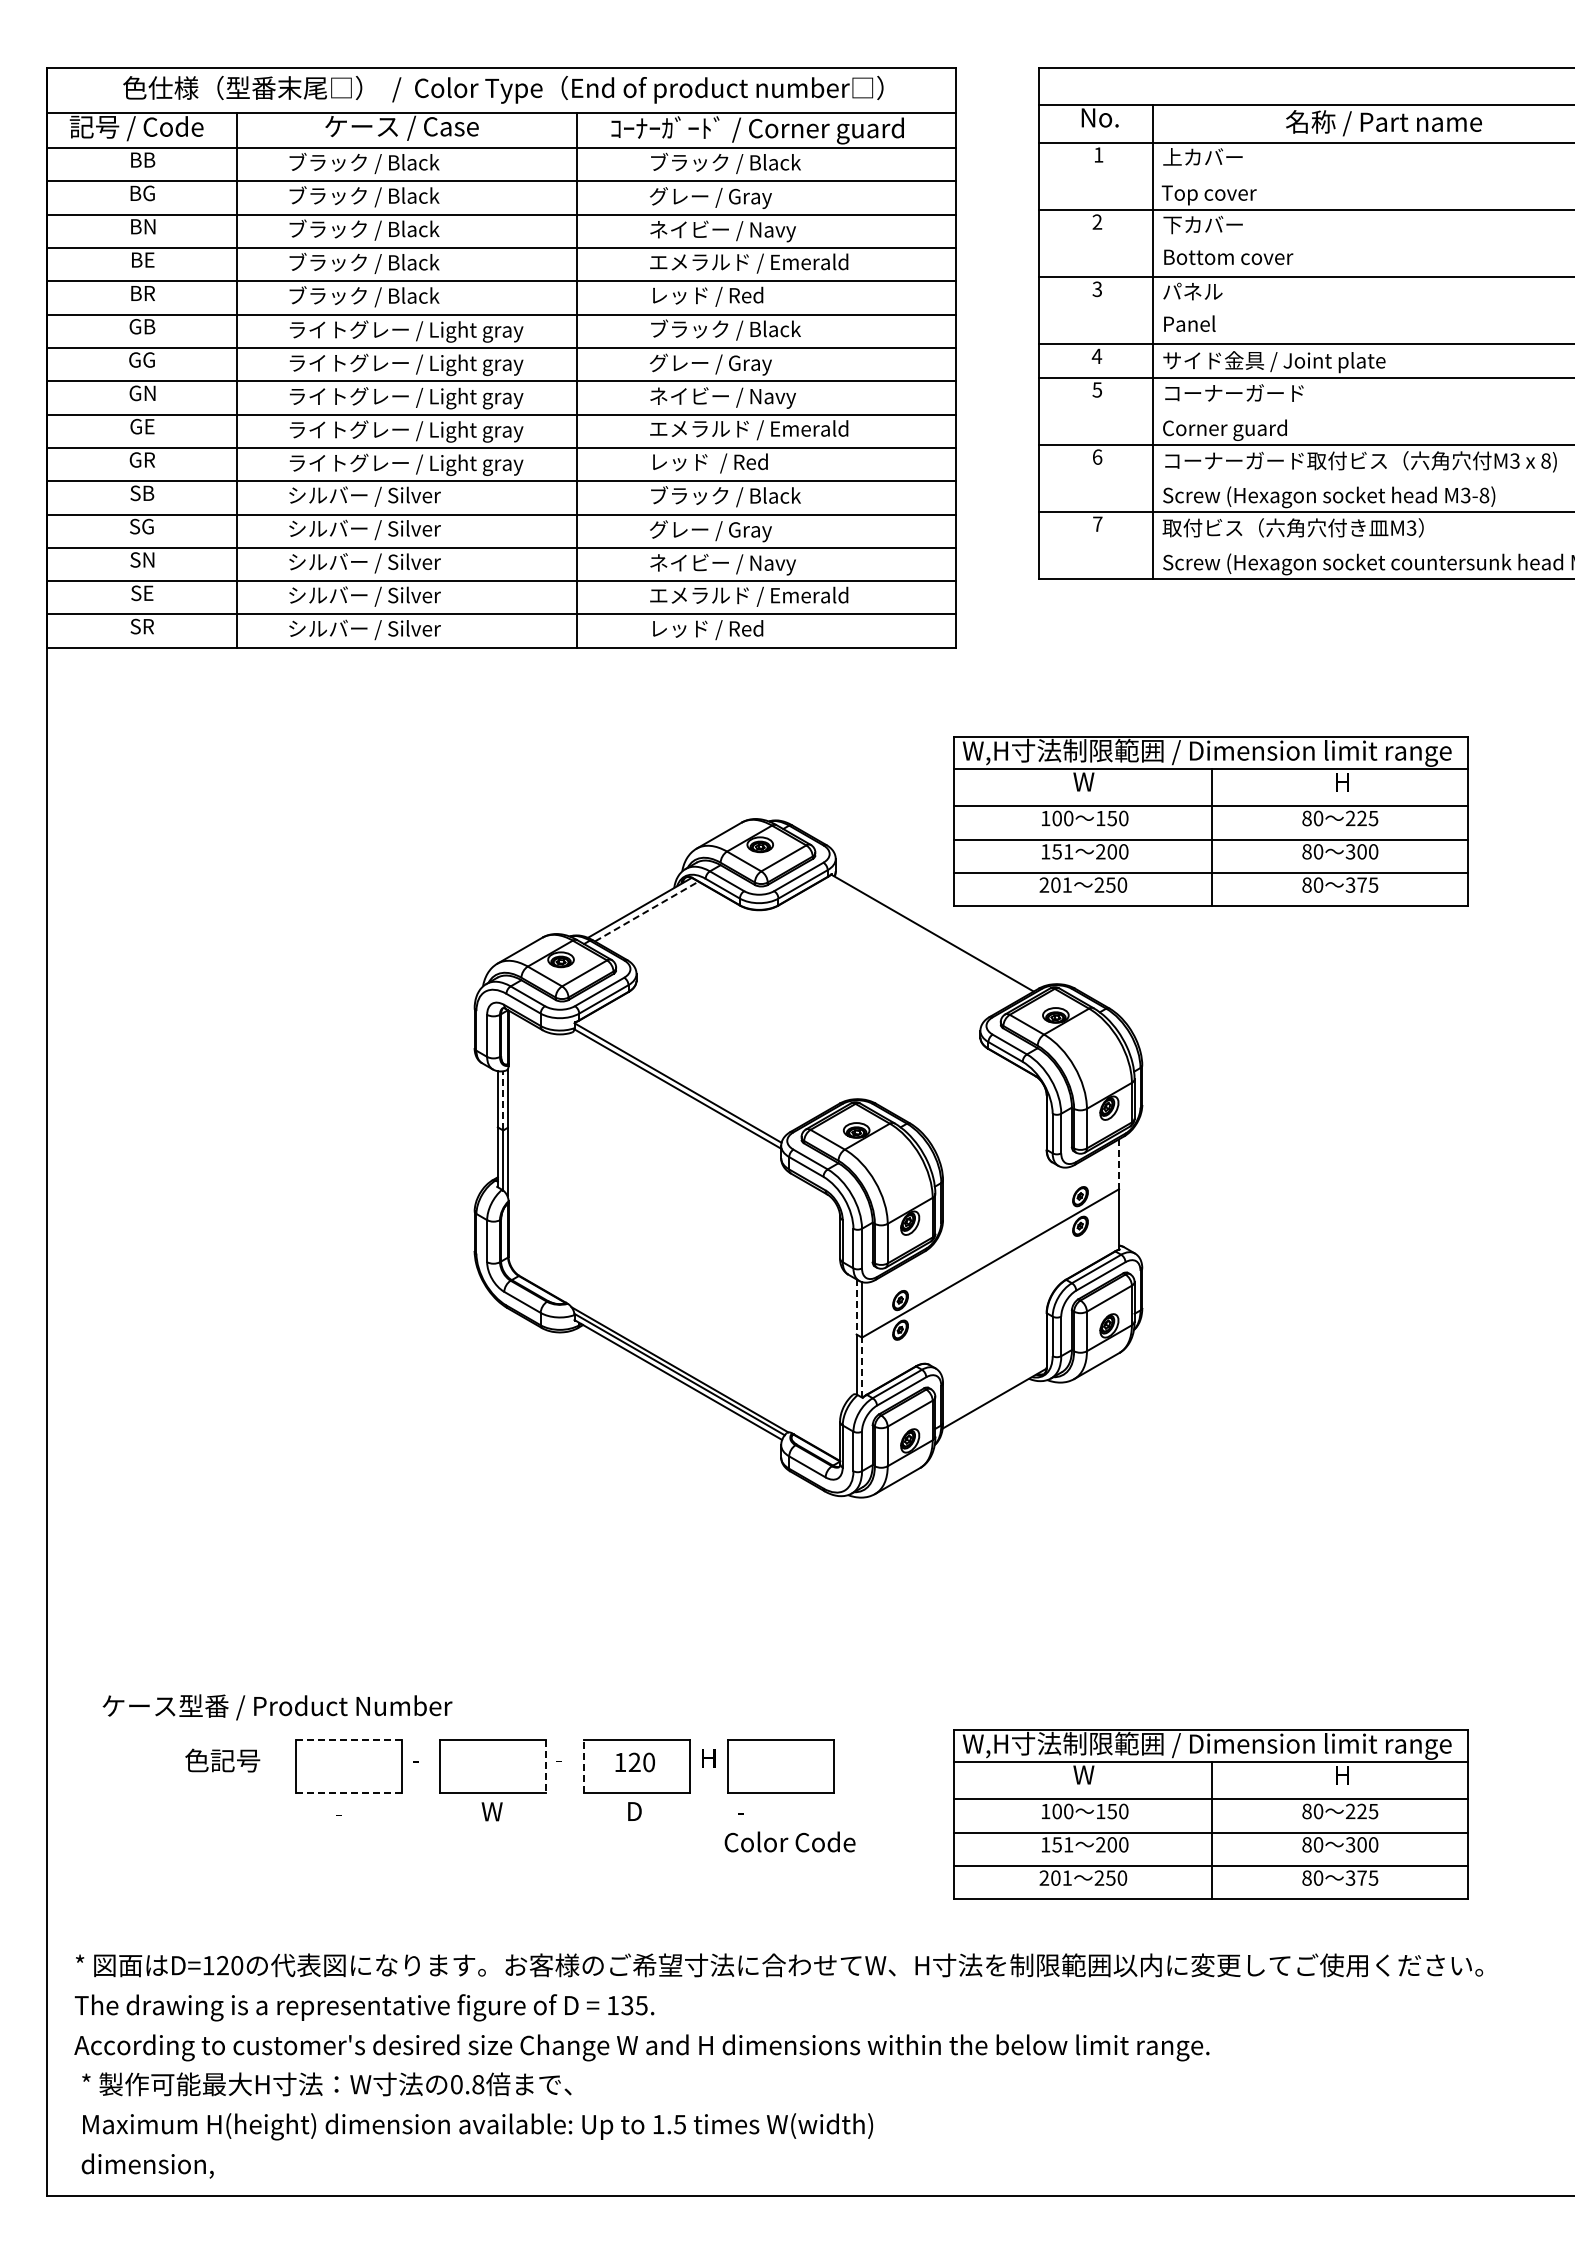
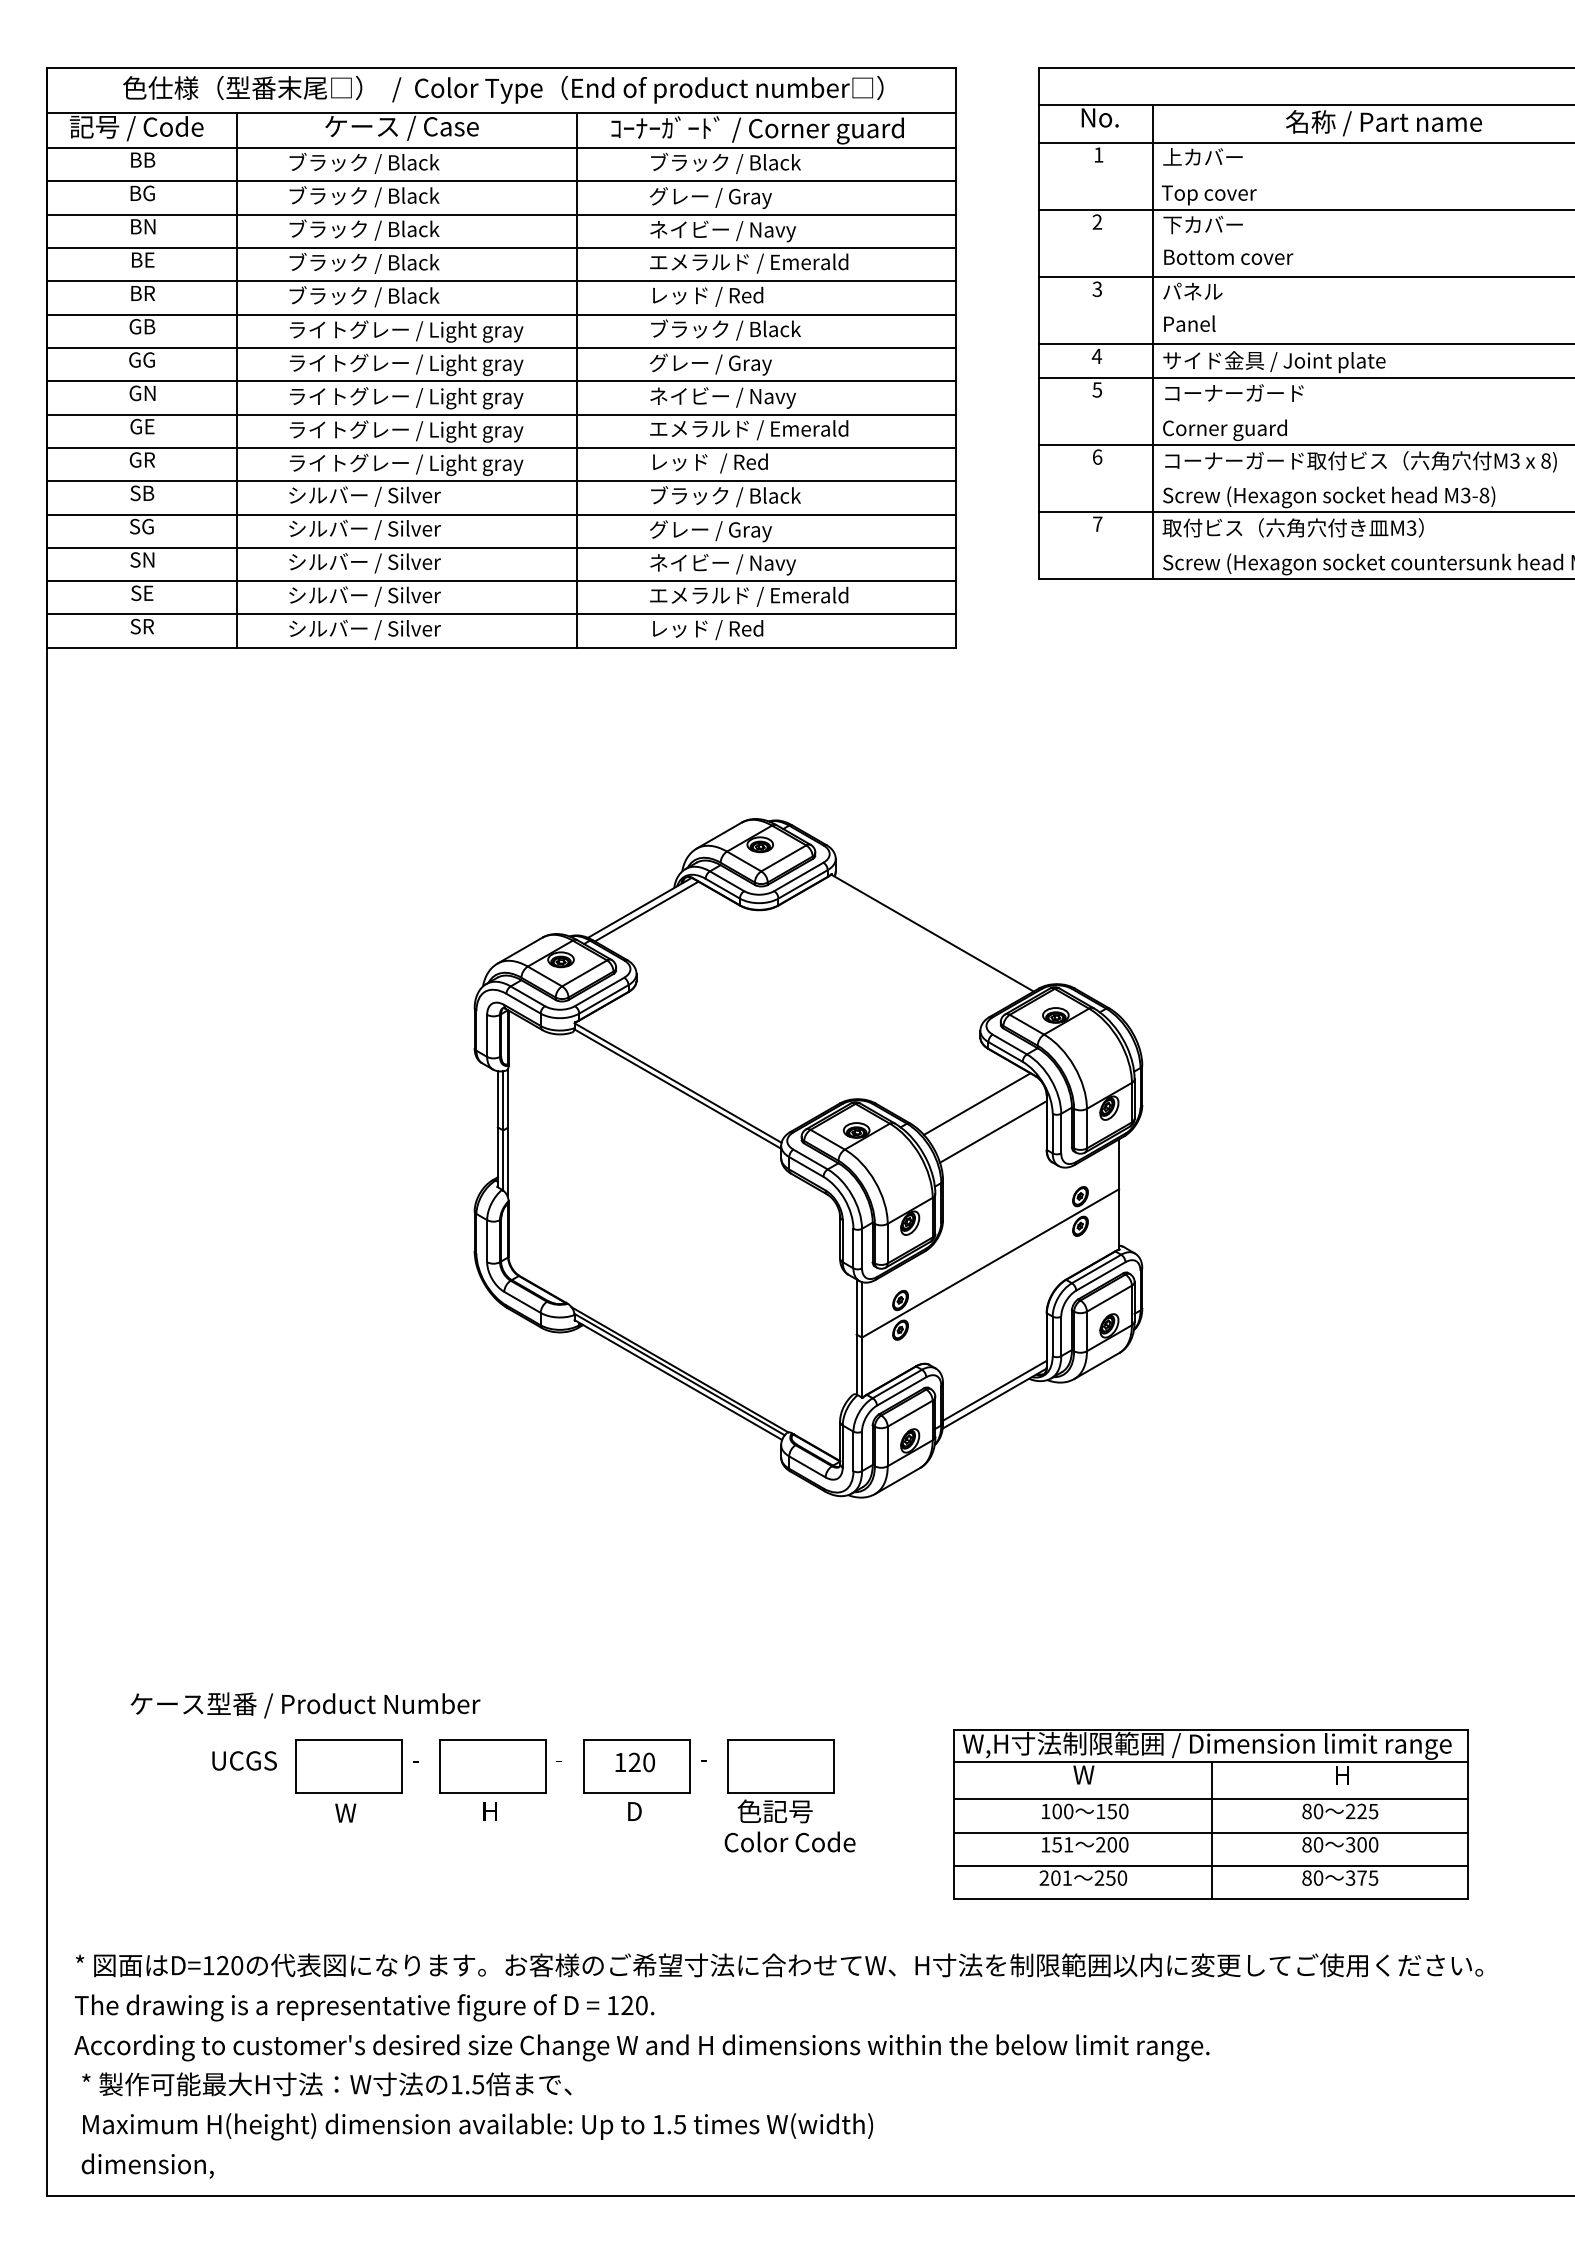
part at (1210, 821): present -> none
line at (646, 911): dashed -> solid
line at (503, 1100): dashed -> solid
line at (976, 1103): none -> present
line at (993, 1131): none -> present
line at (1119, 1164): dashed -> solid
line at (856, 1307): dashed -> solid
line at (862, 1367): dashed -> solid
line at (994, 1390): none -> present
text at (277, 1707) position: (277, 1707) -> (305, 1705)
line at (349, 1739): dashed -> solid
text at (708, 1758): H -> -
text at (230, 1760): 色記号 -> UCGS
line at (546, 1766): dashed -> solid
line at (583, 1766): dashed -> solid
line at (348, 1792): dashed -> solid
text at (491, 1811): W -> H
text at (774, 1811): - -> 色記号
text at (345, 1812): - -> W
text at (634, 2005): 135. -> 120.
text at (467, 2084): 0.8 -> 1.5
